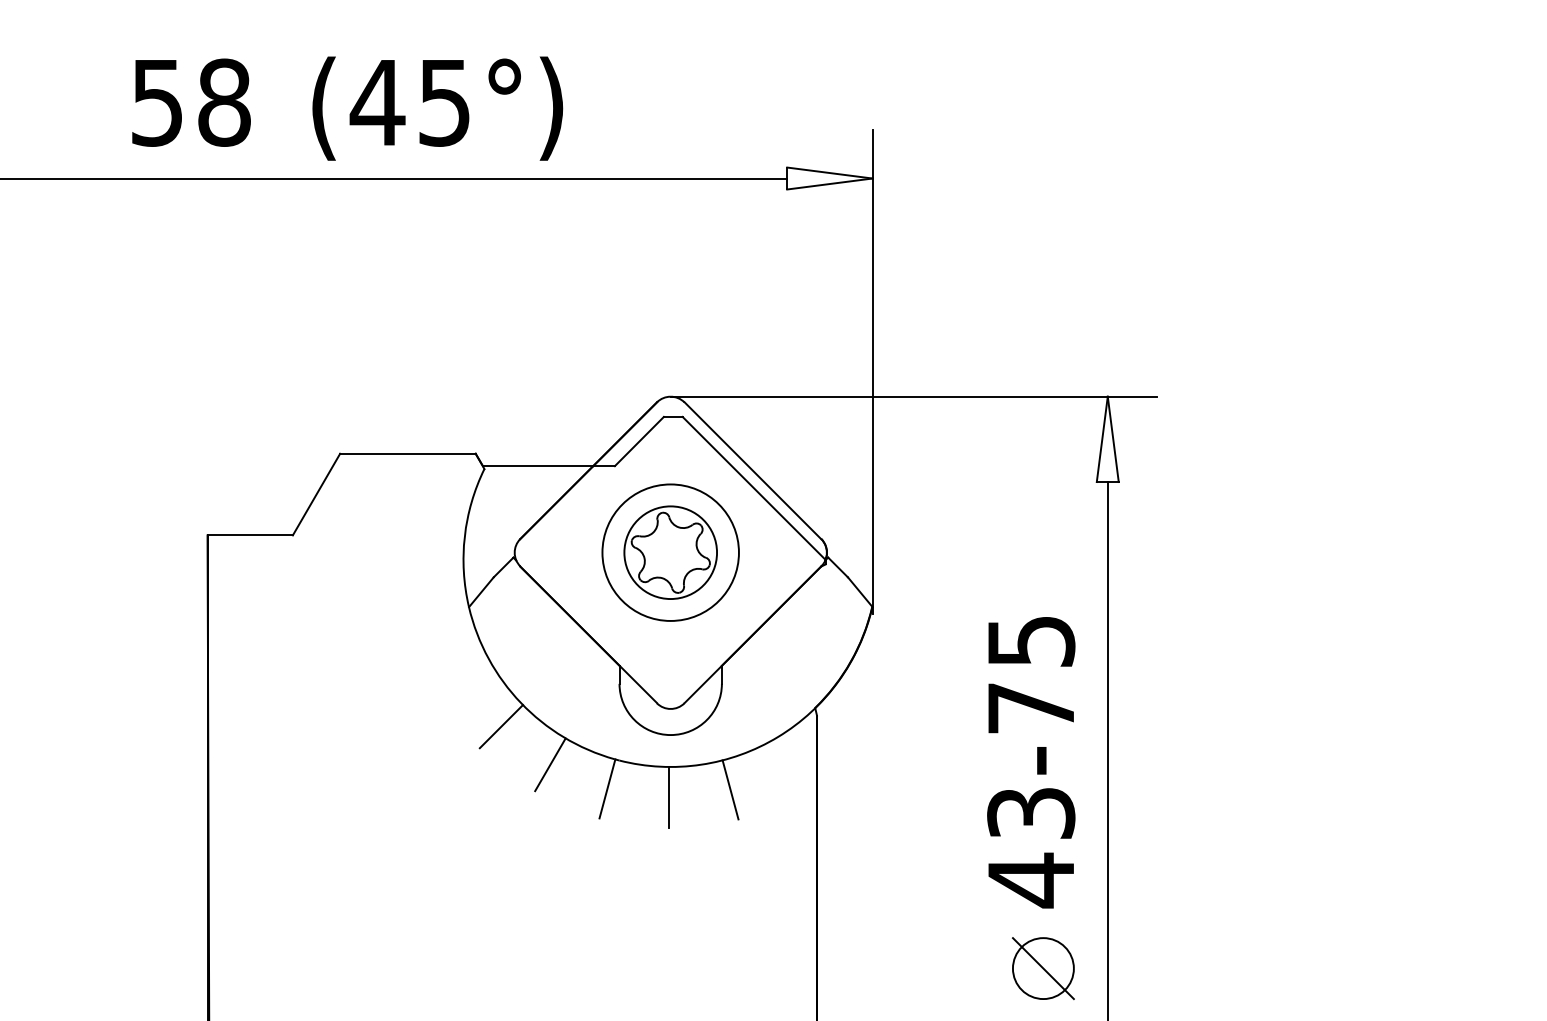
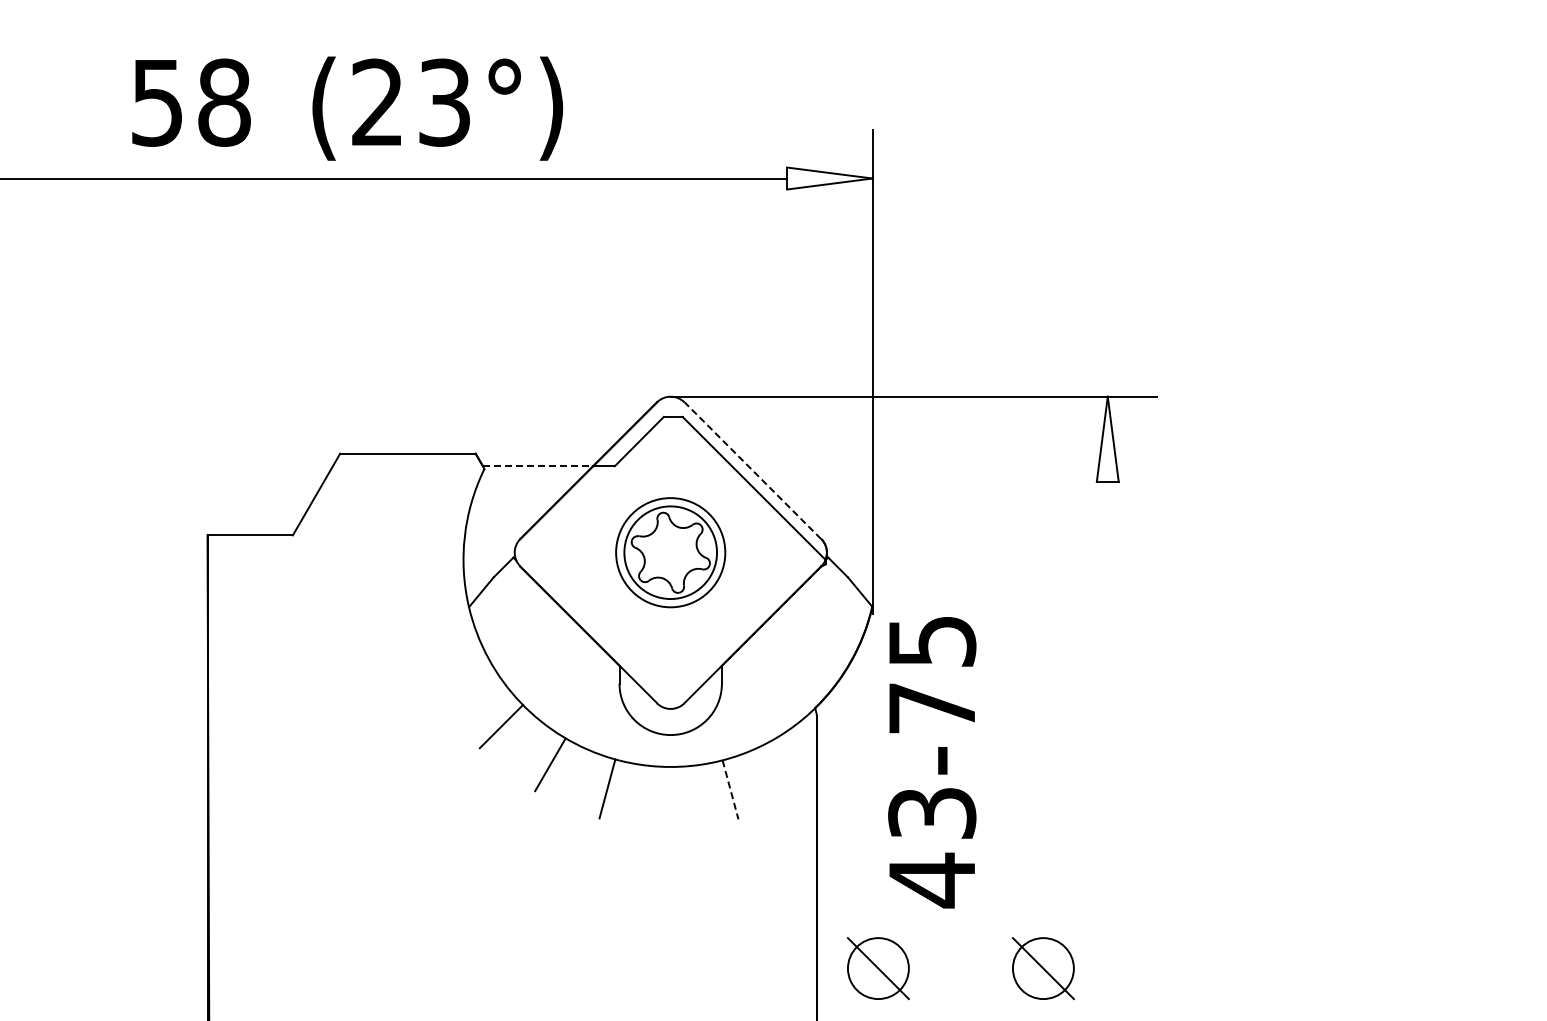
text at (409, 102): (45°) -> (23°)
line at (538, 466): solid -> dashed
line at (752, 470): solid -> dashed
circle at (670, 552) diameter: 137 px -> 109 px
line at (1107, 749): present -> none
text at (1031, 762) position: (1031, 762) -> (932, 762)
line at (730, 789): solid -> dashed
line at (669, 796): present -> none
part at (878, 968): none -> present
